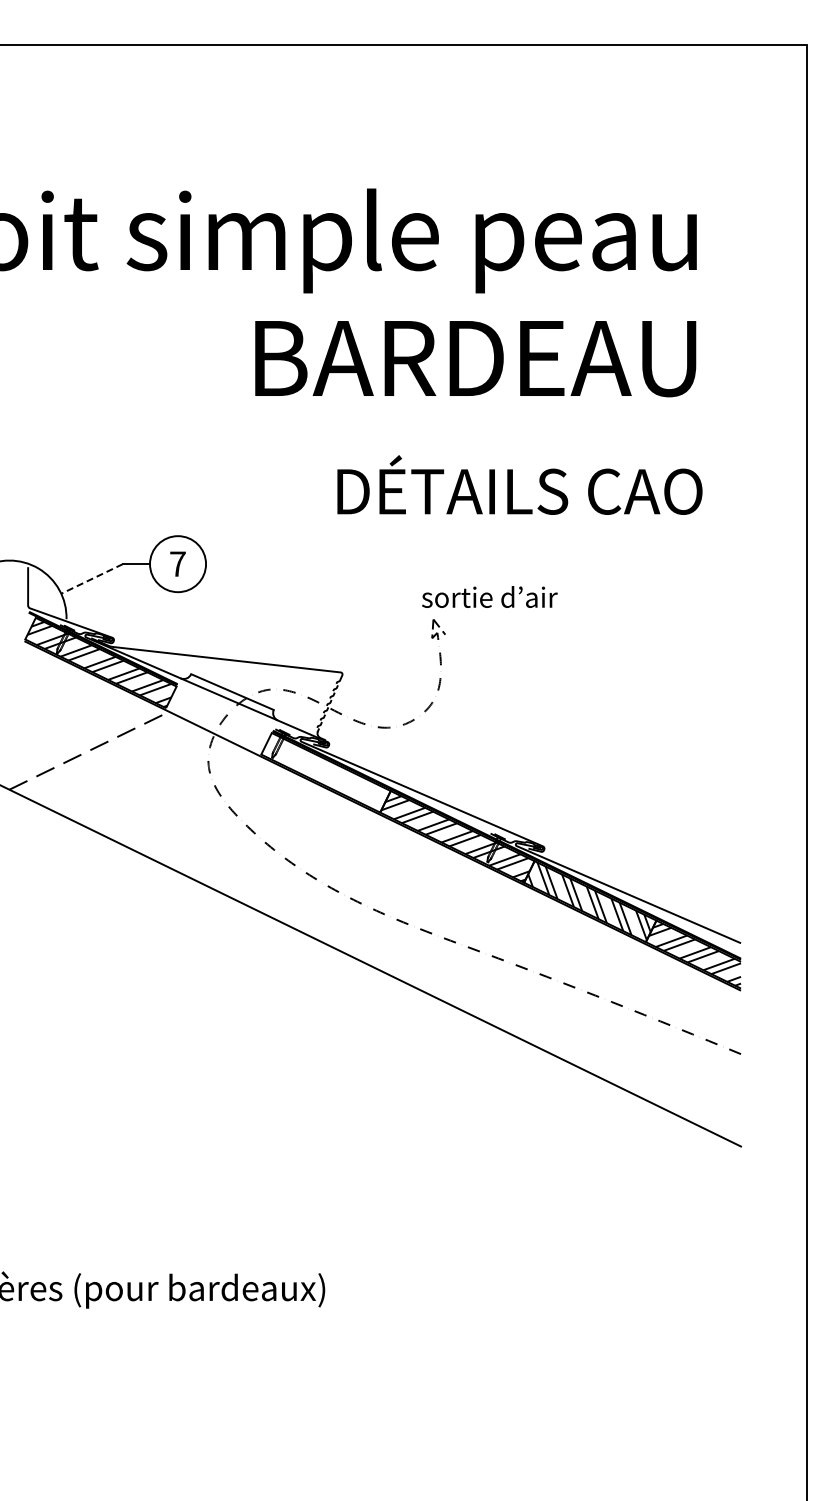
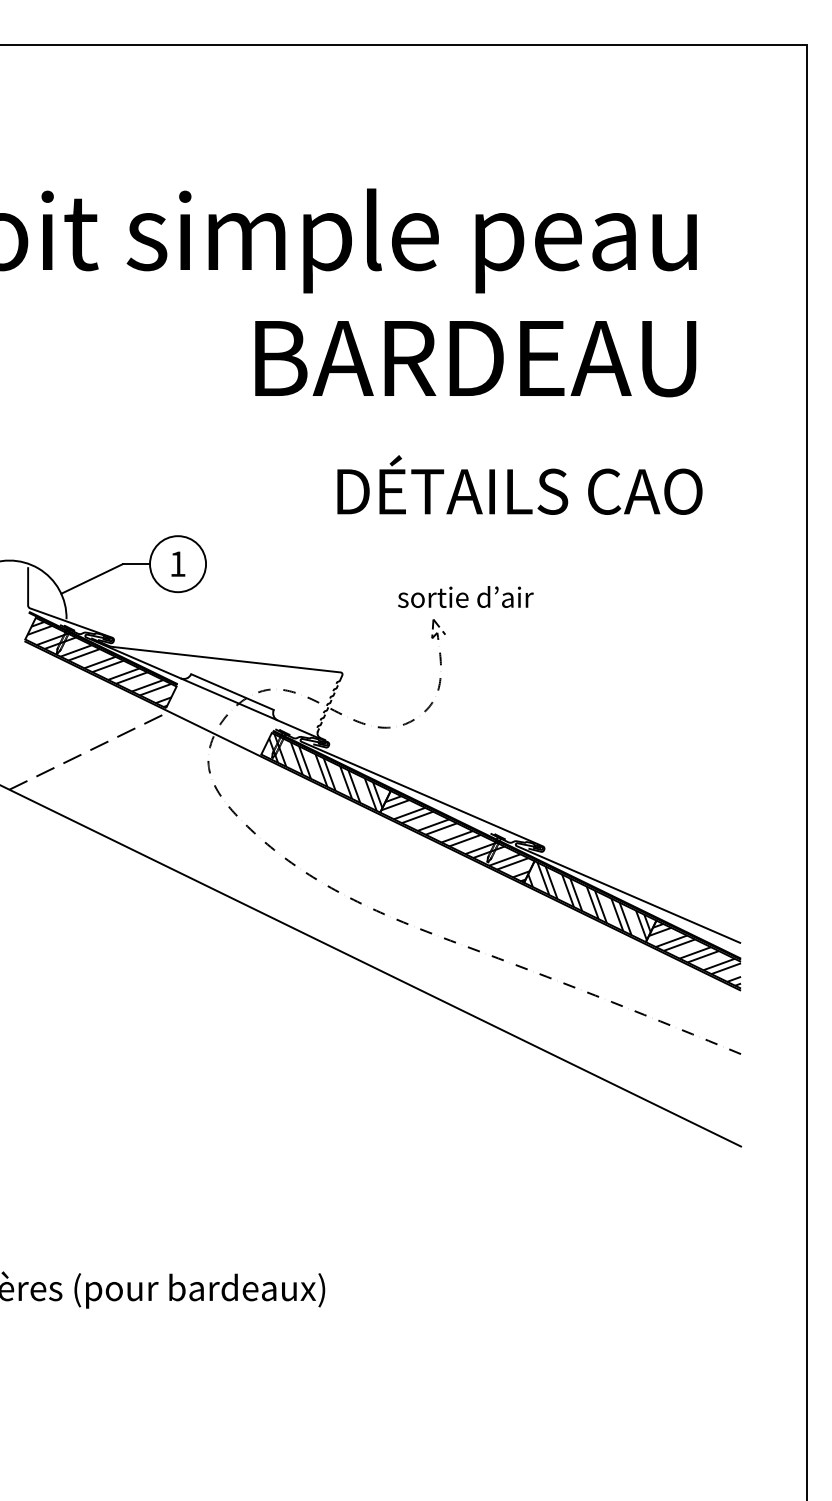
text at (177, 563): 7 -> 1
line at (91, 579): dashed -> solid
text at (489, 596) position: (489, 596) -> (465, 596)
hatch at (325, 772): none -> present
